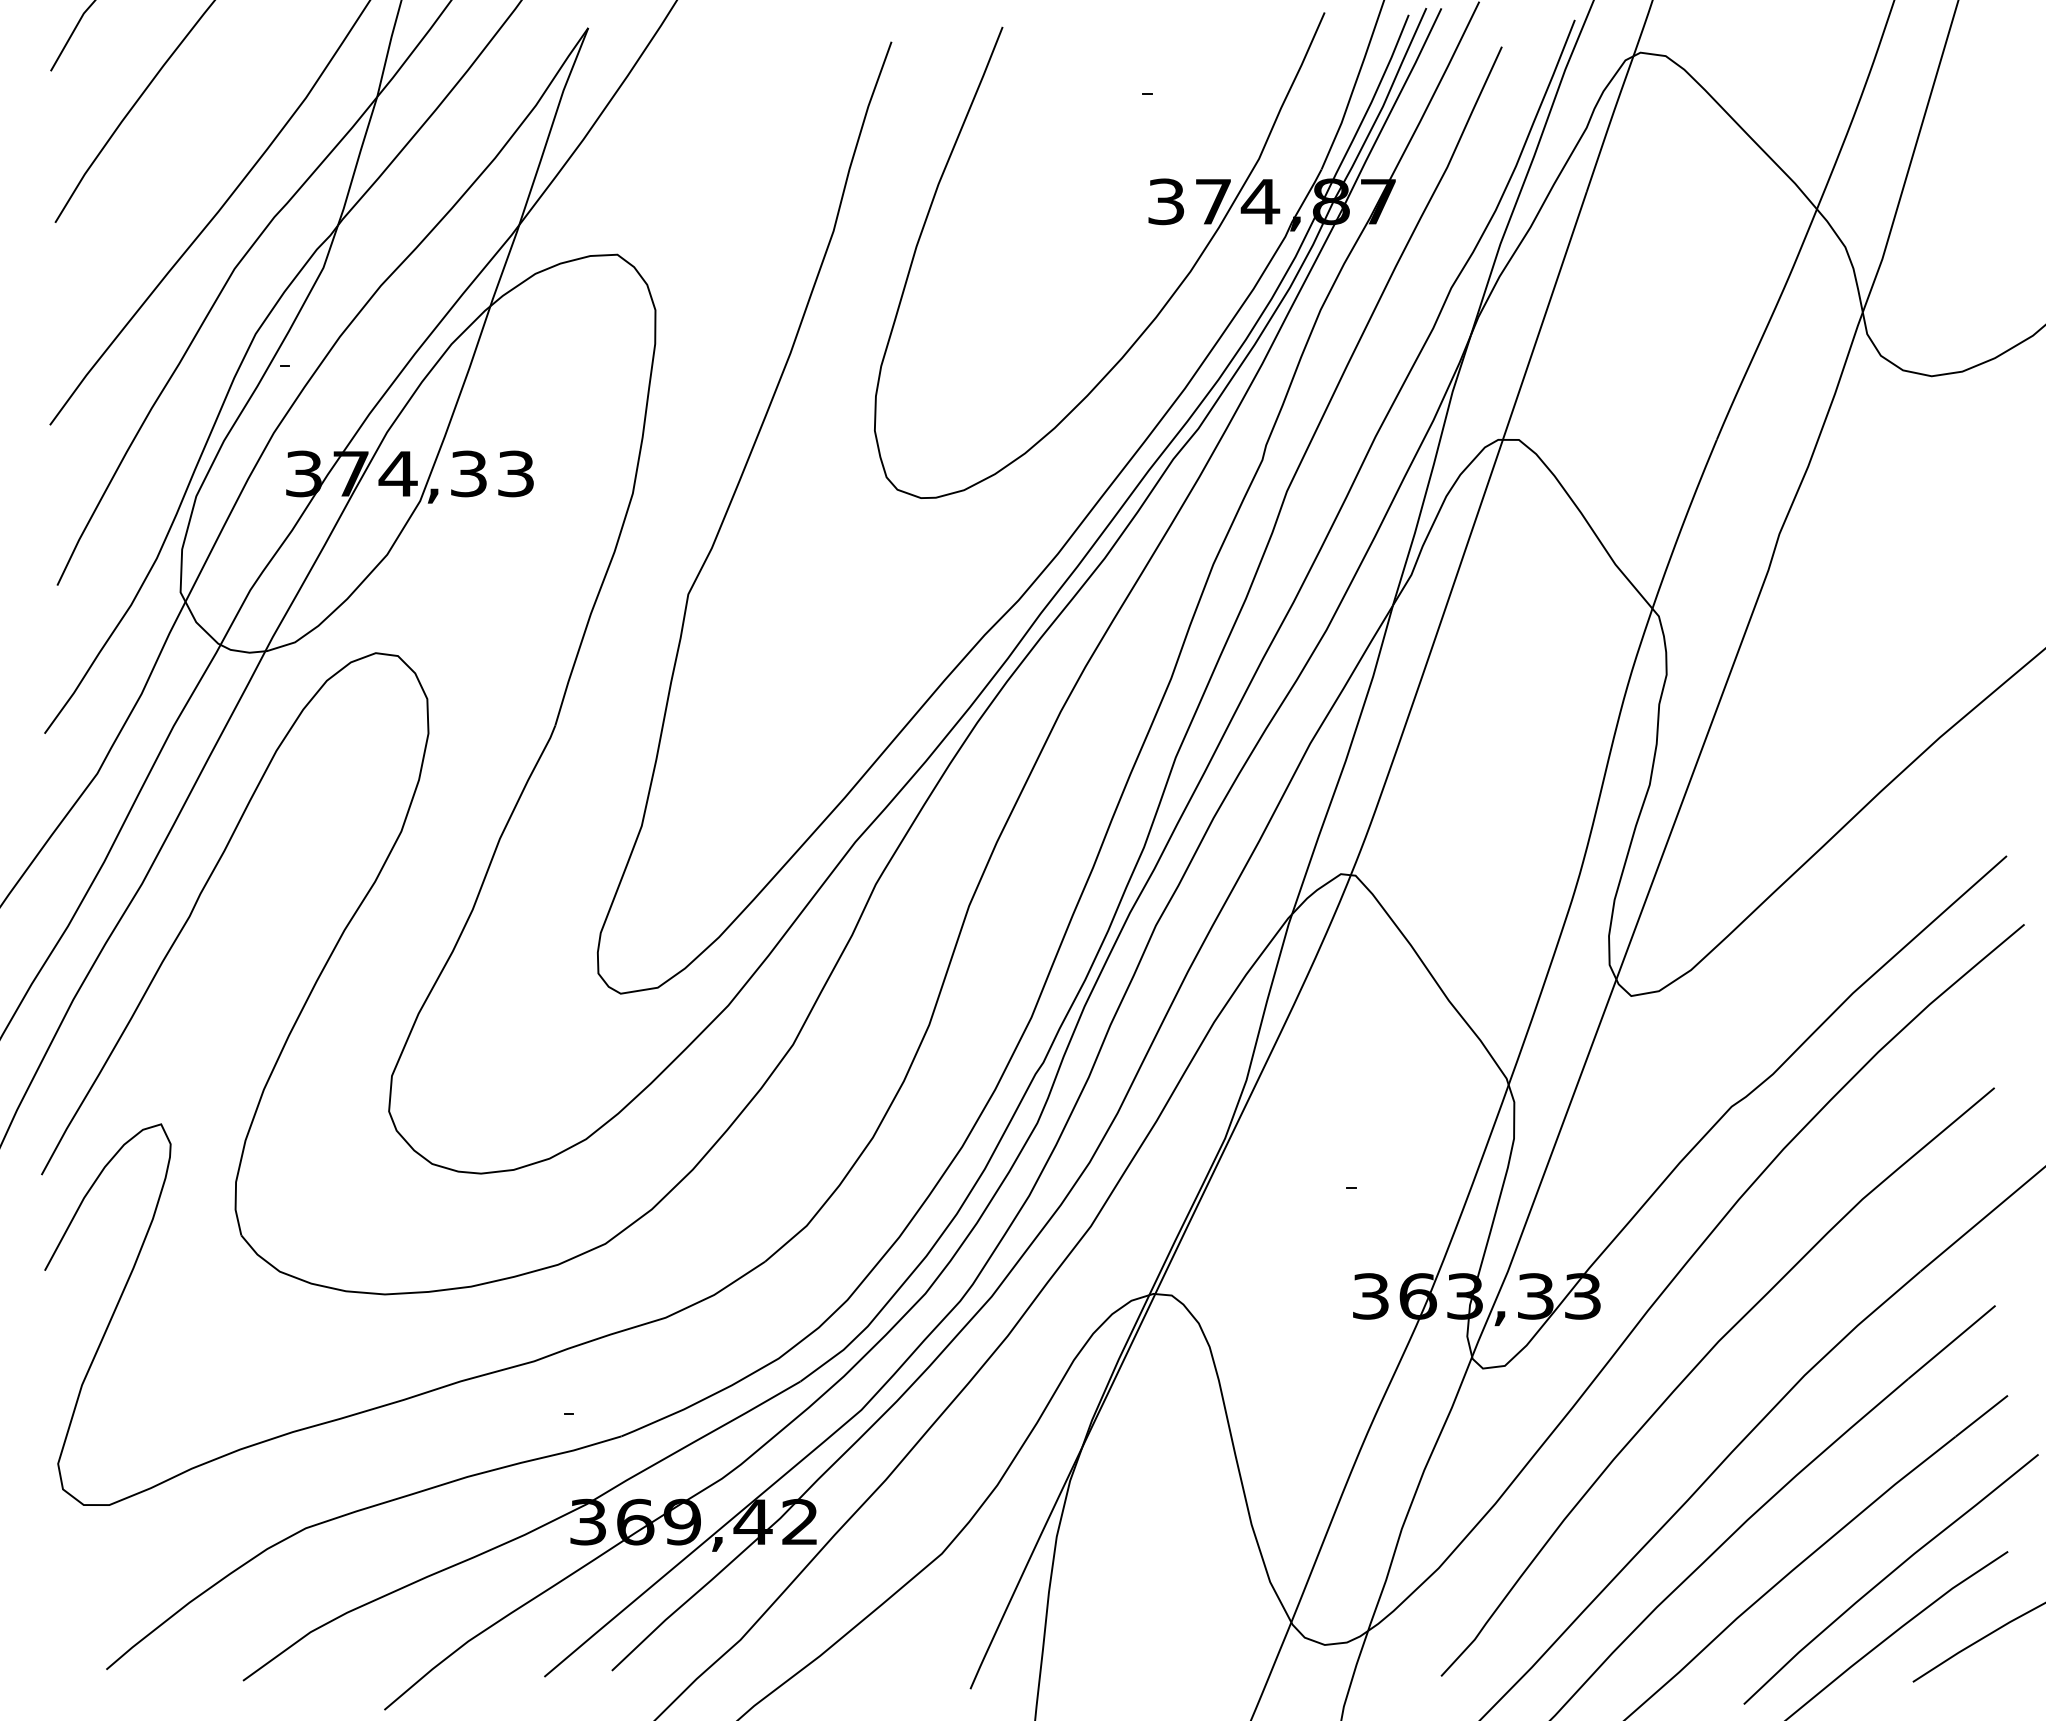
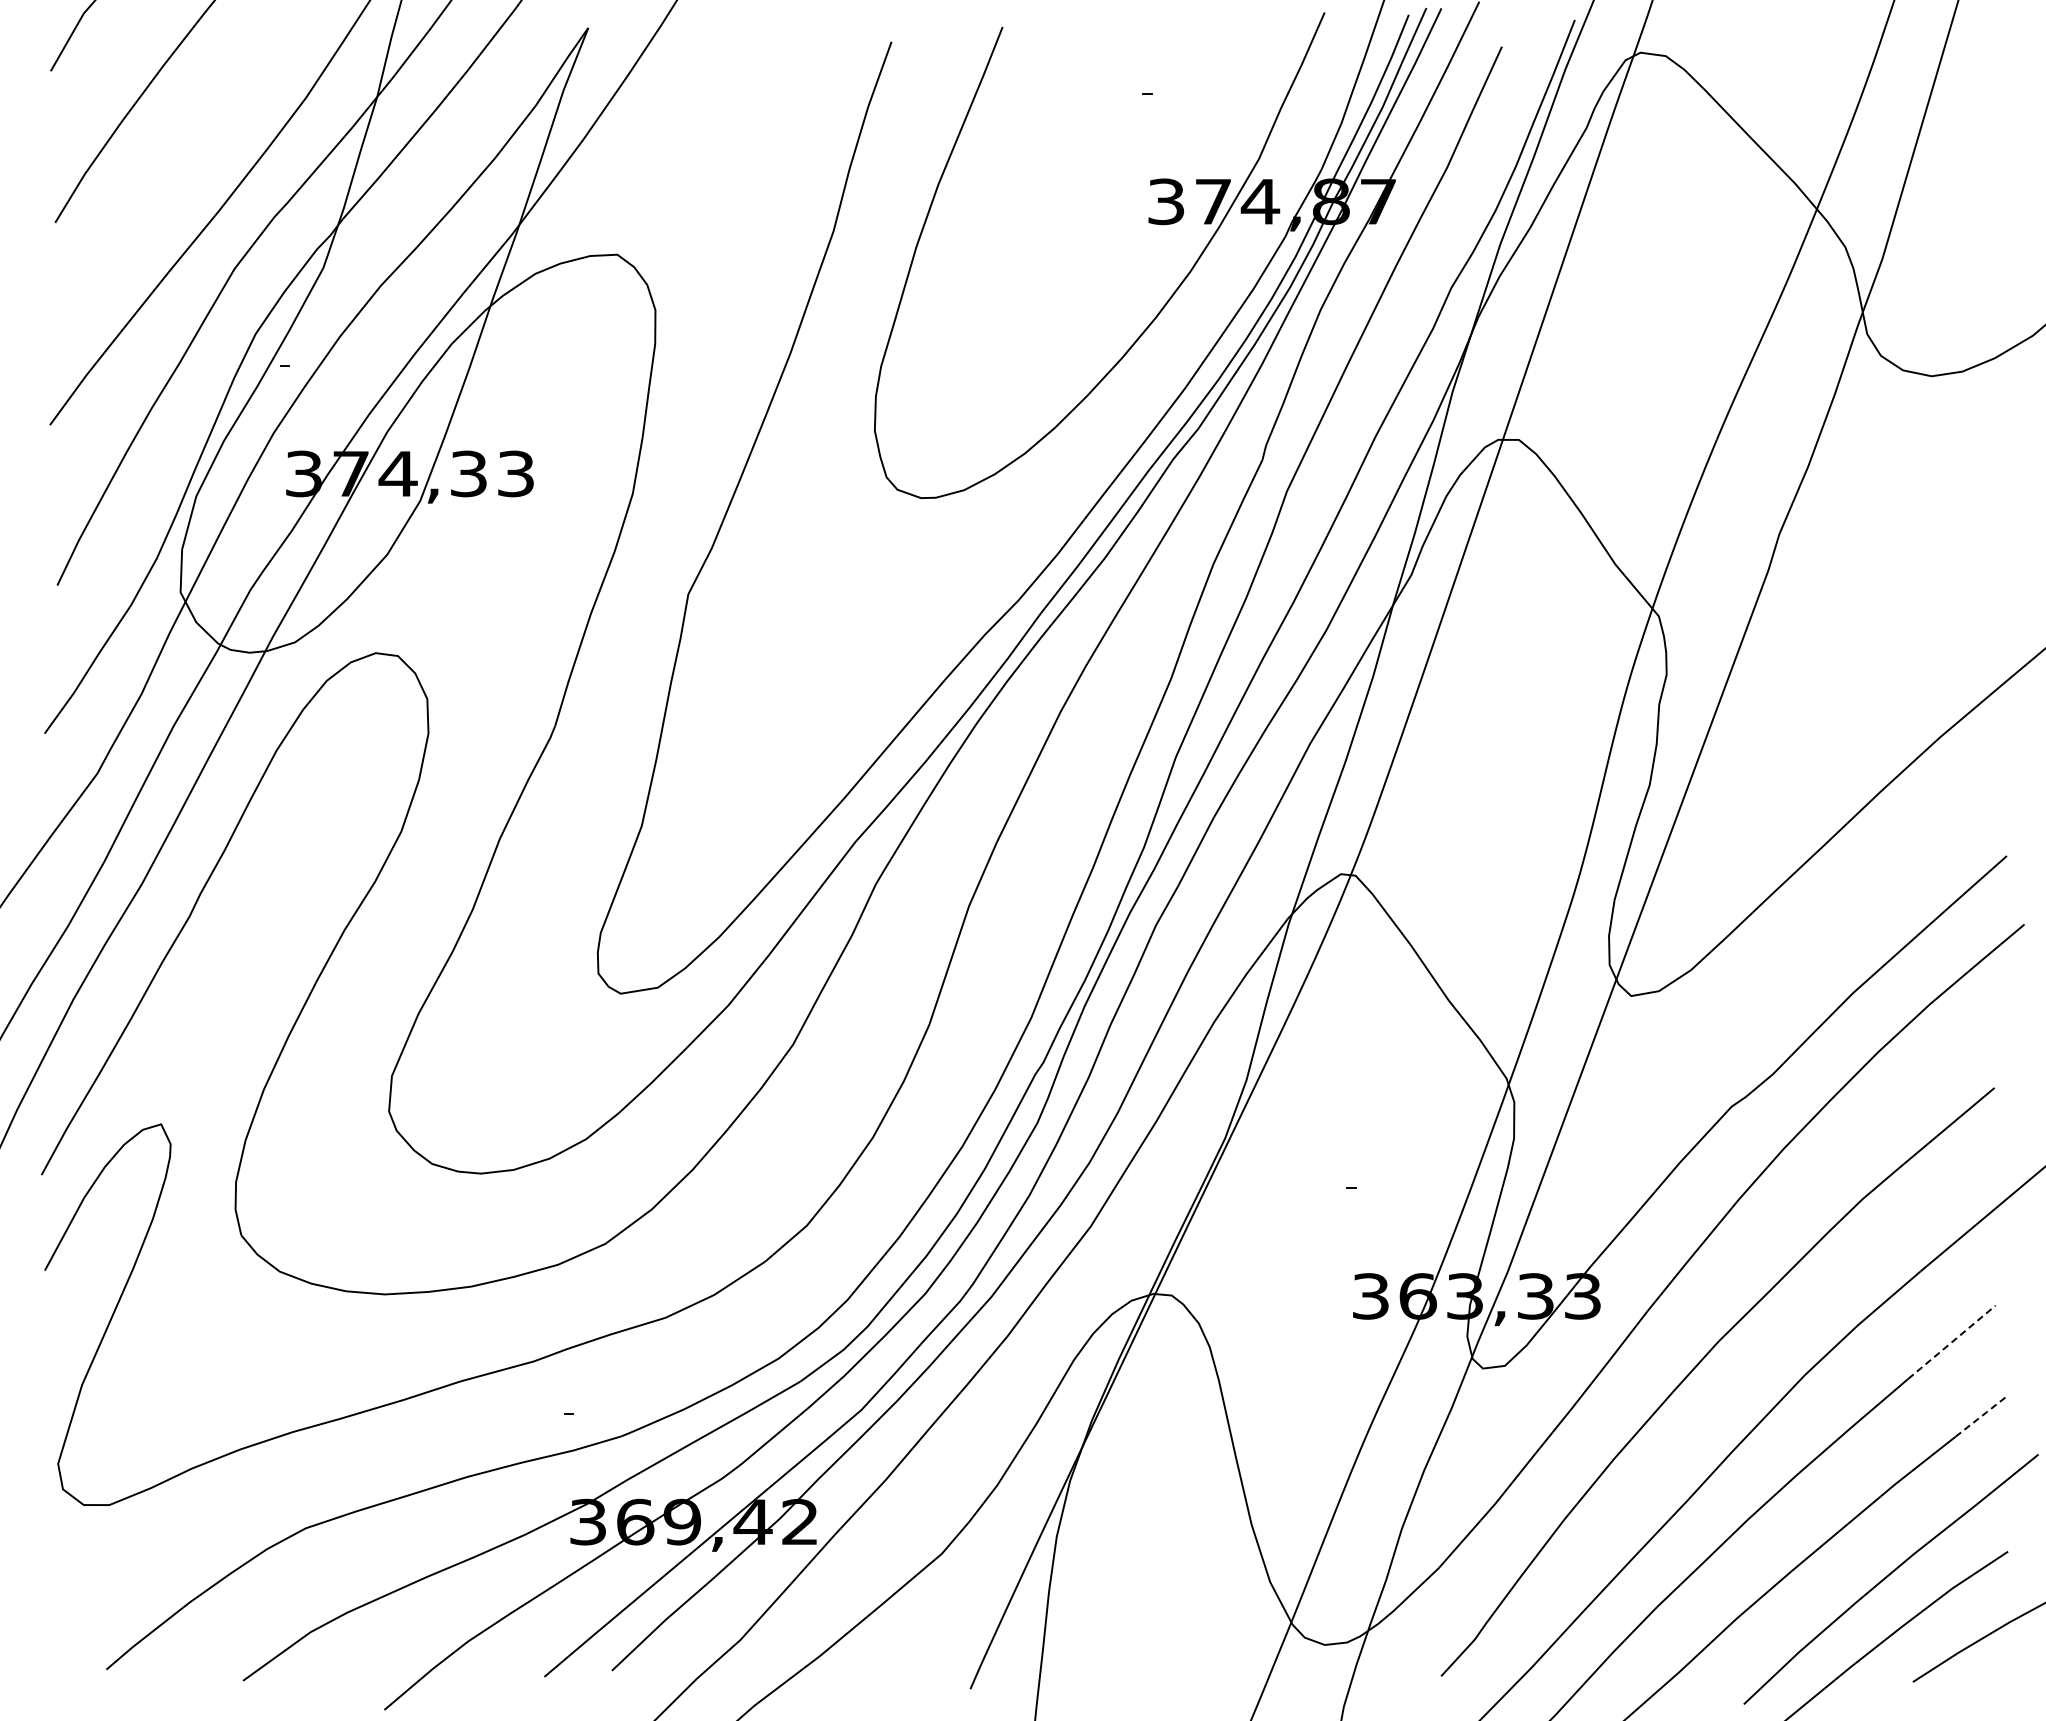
line at (1951, 1342): solid -> dashed
line at (1982, 1415): solid -> dashed
